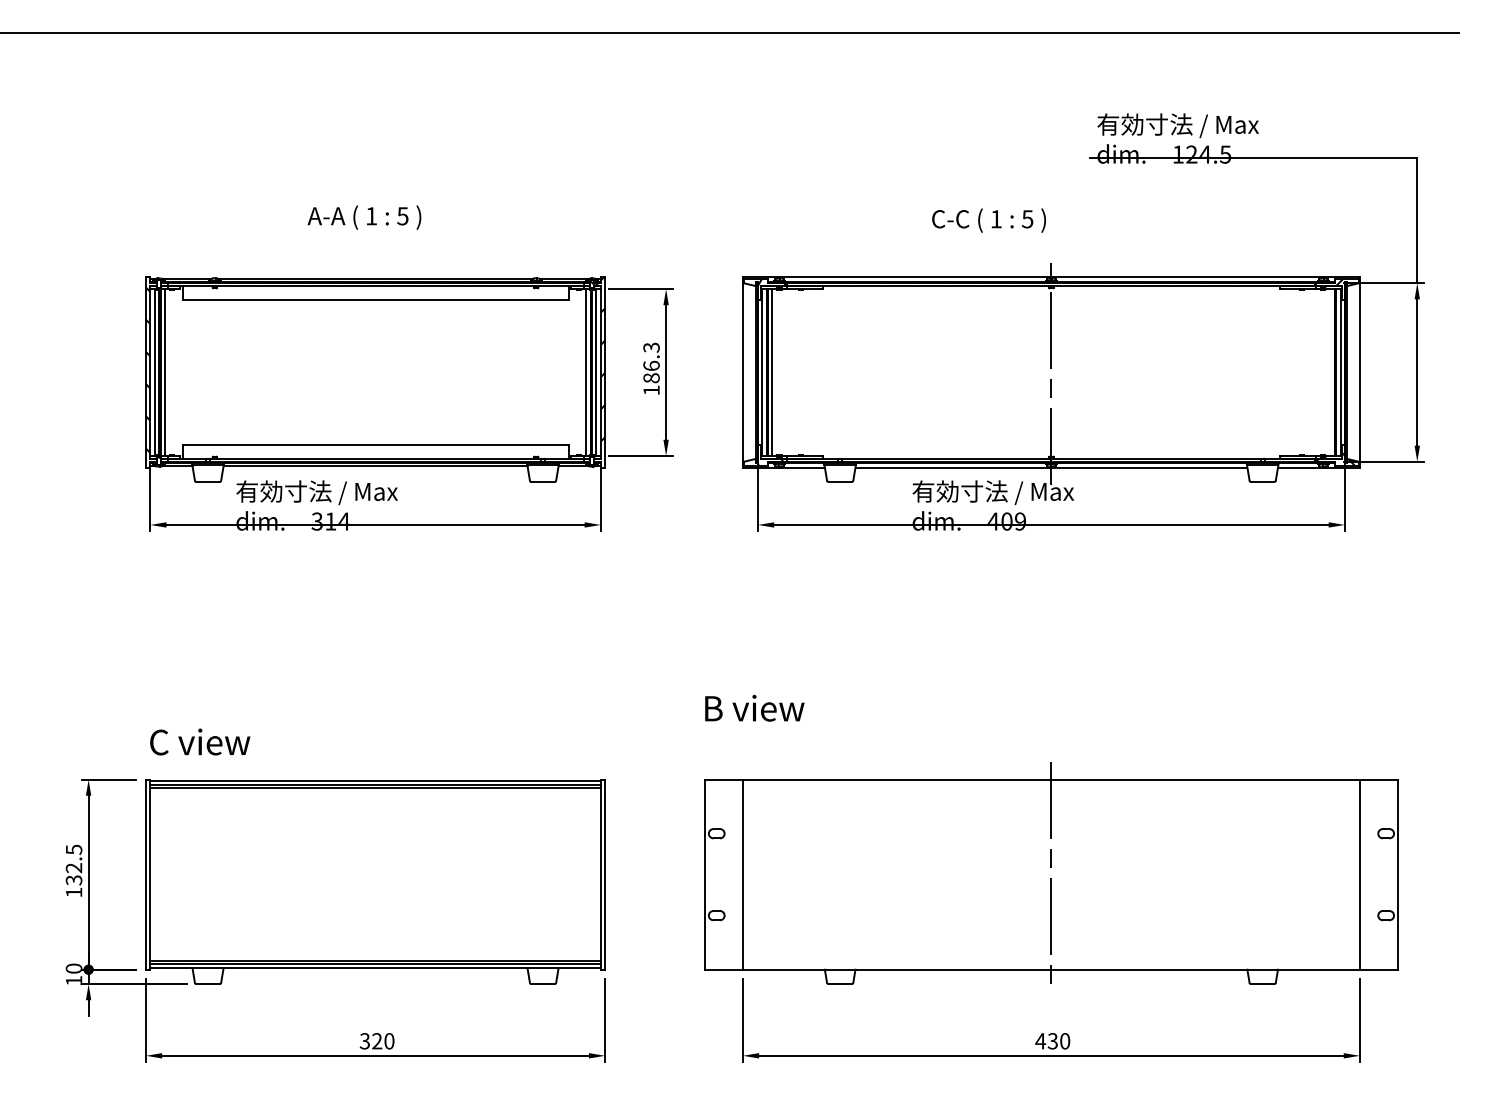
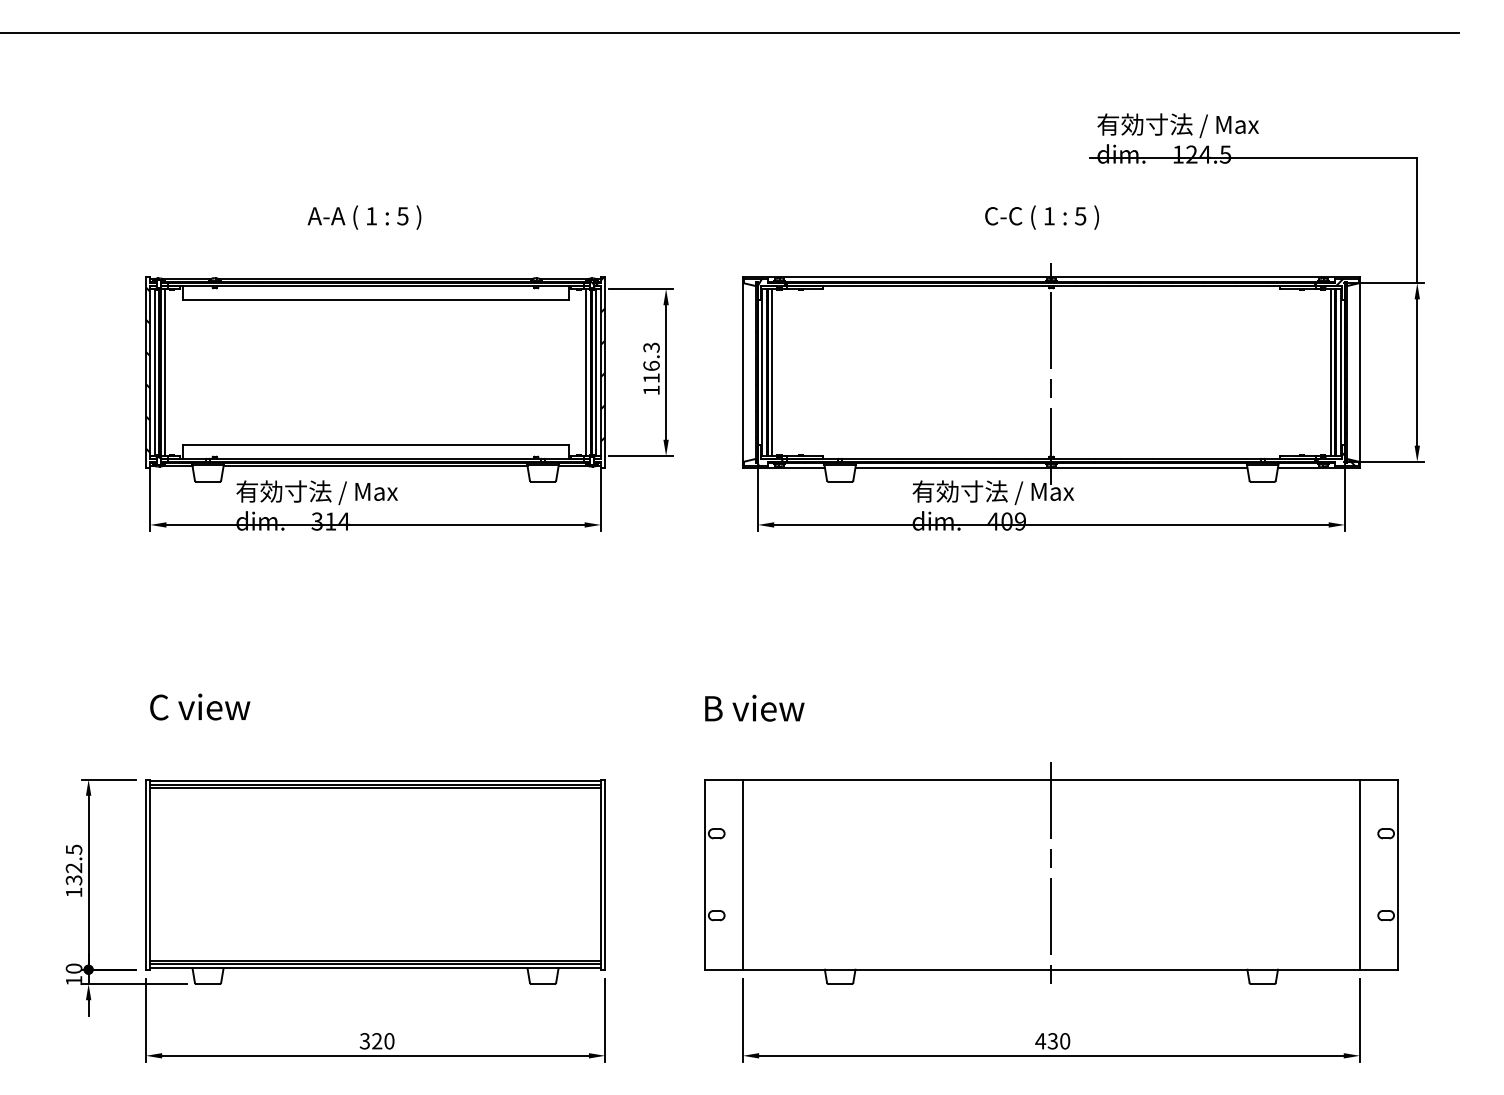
text at (988, 220) position: (988, 220) -> (1041, 217)
line at (1330, 372): none -> present
text at (651, 378): 186.3 -> 116.3
text at (200, 741) position: (200, 741) -> (200, 706)
